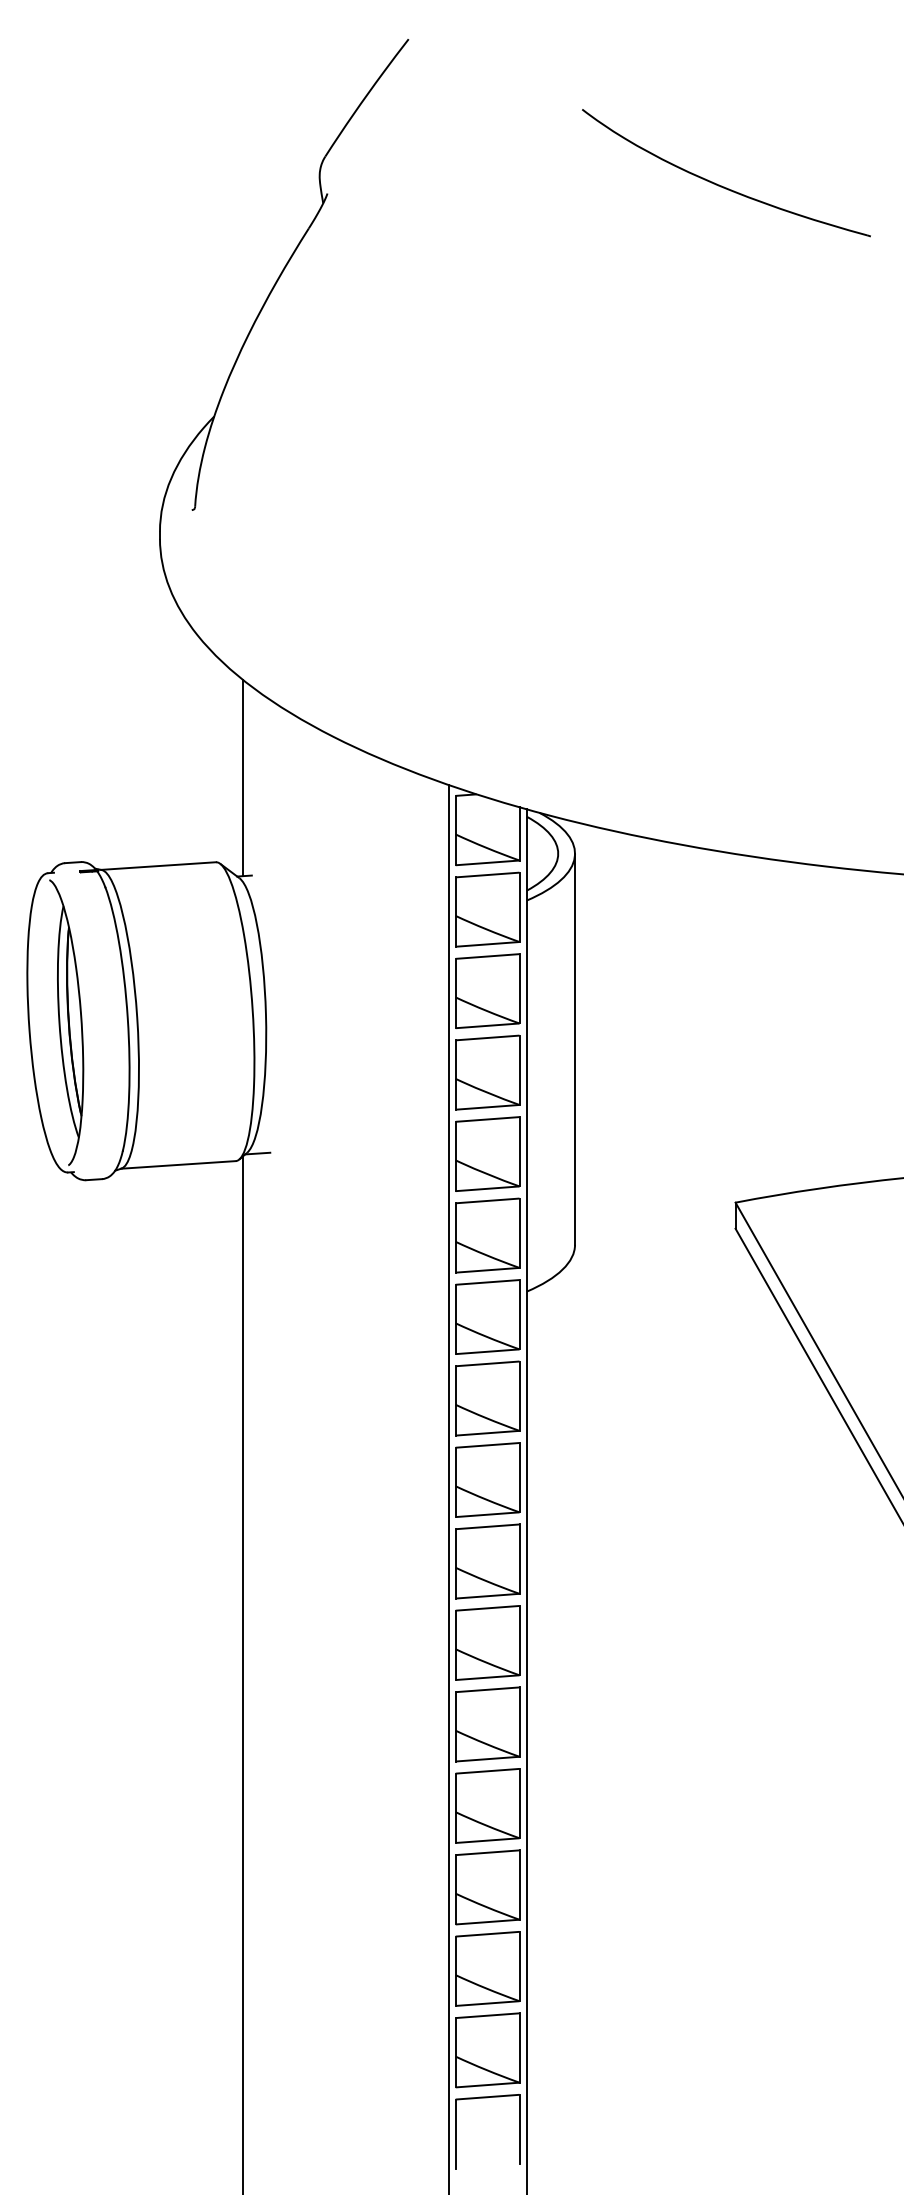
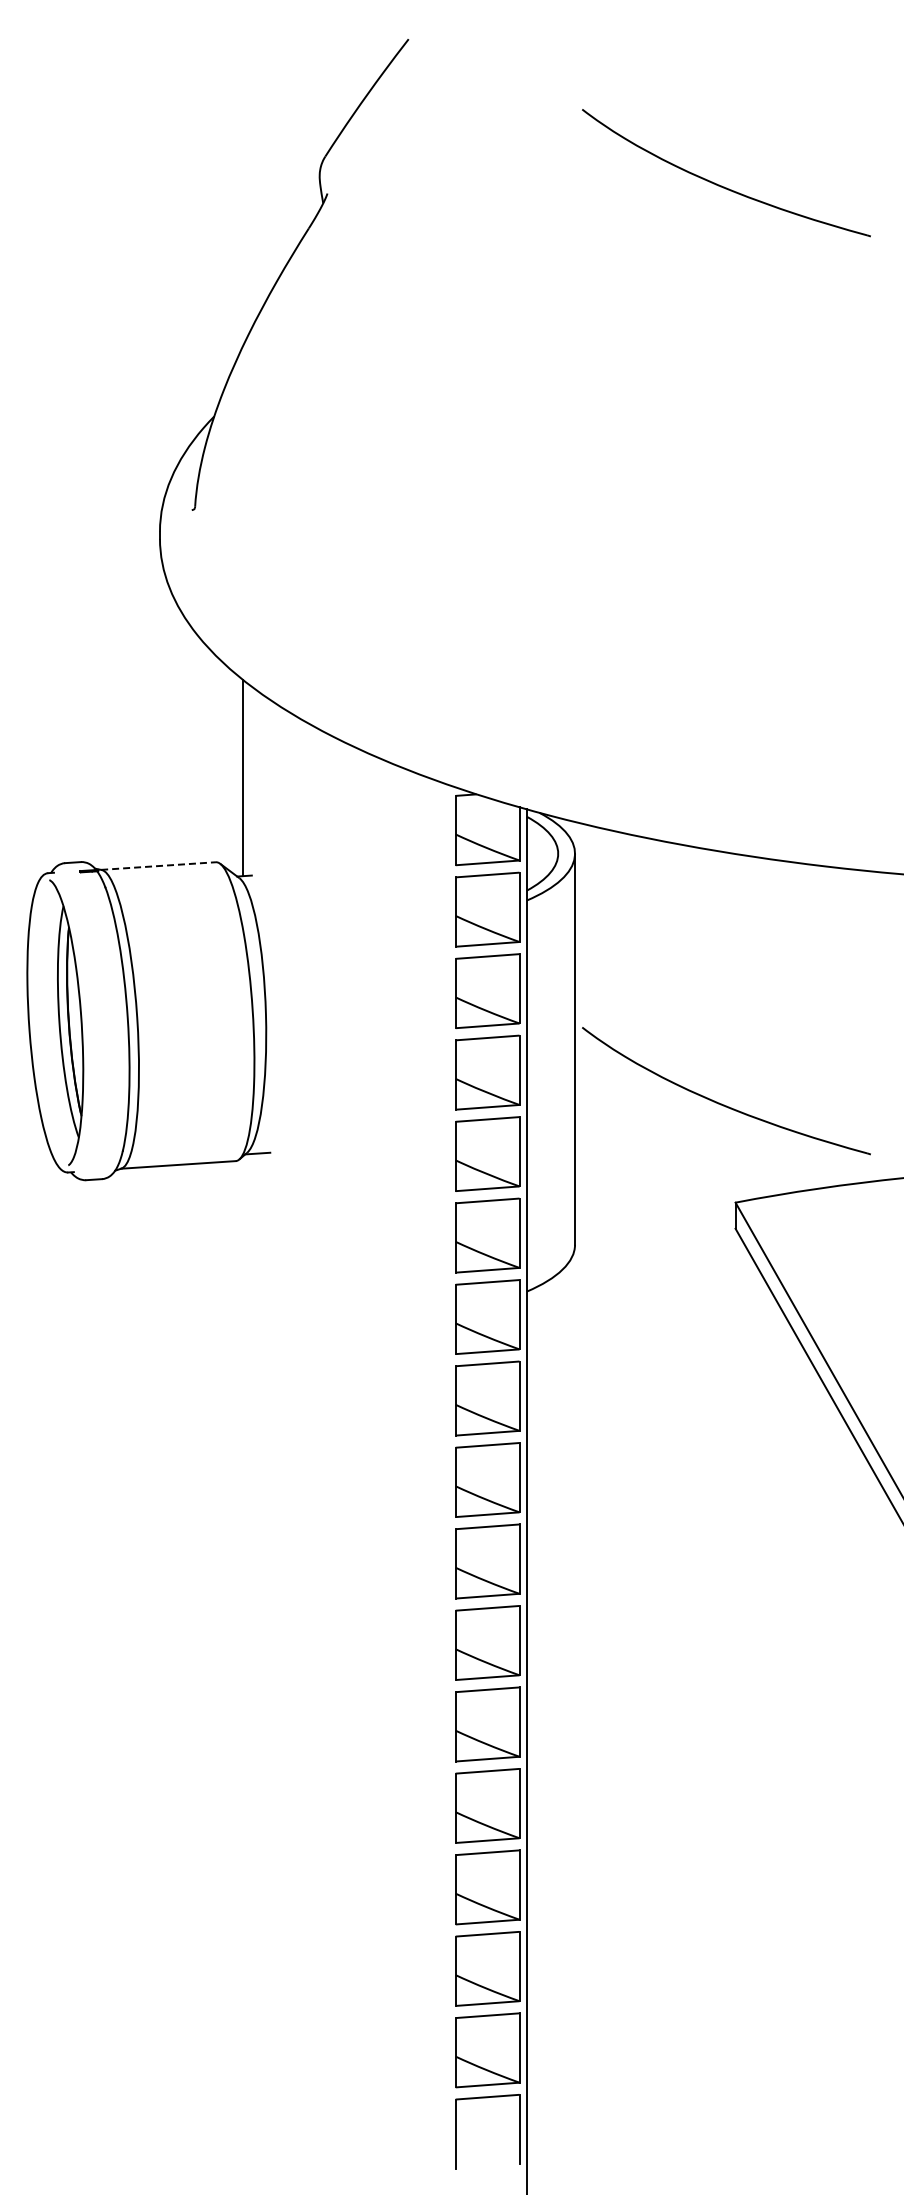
line at (158, 866): solid -> dashed
part at (721, 1103): none -> present
line at (448, 1487): present -> none
line at (243, 1673): present -> none
